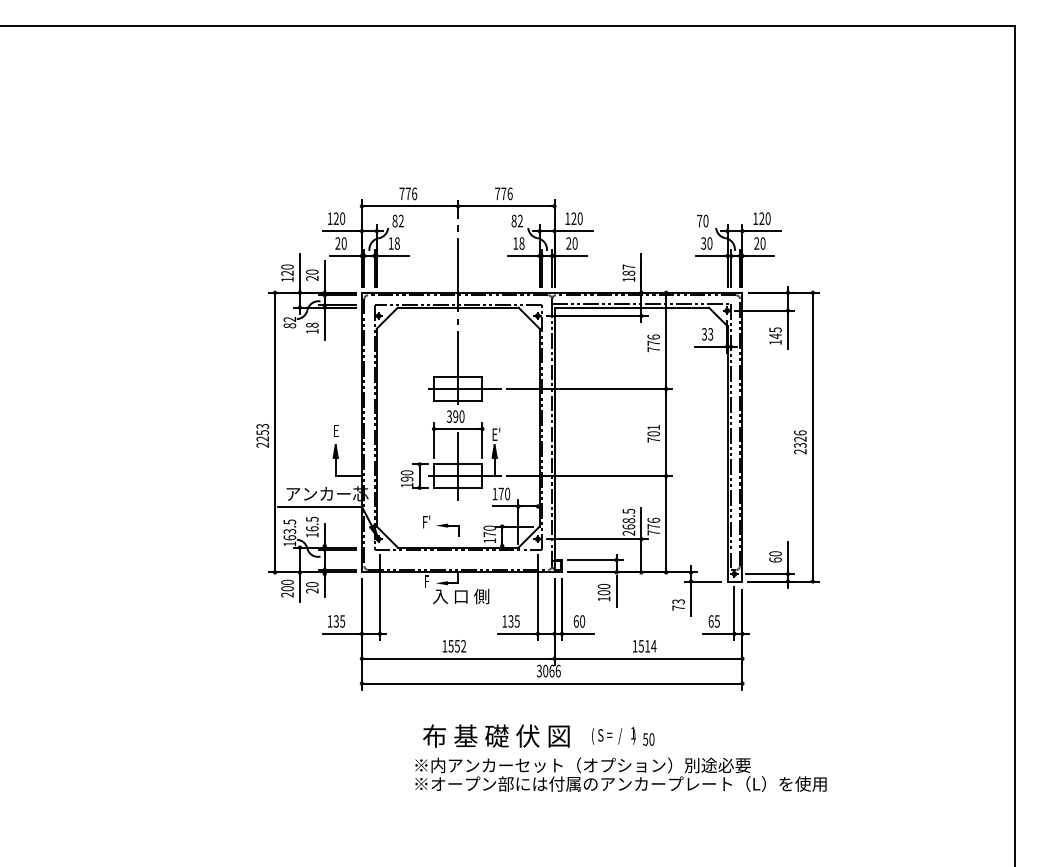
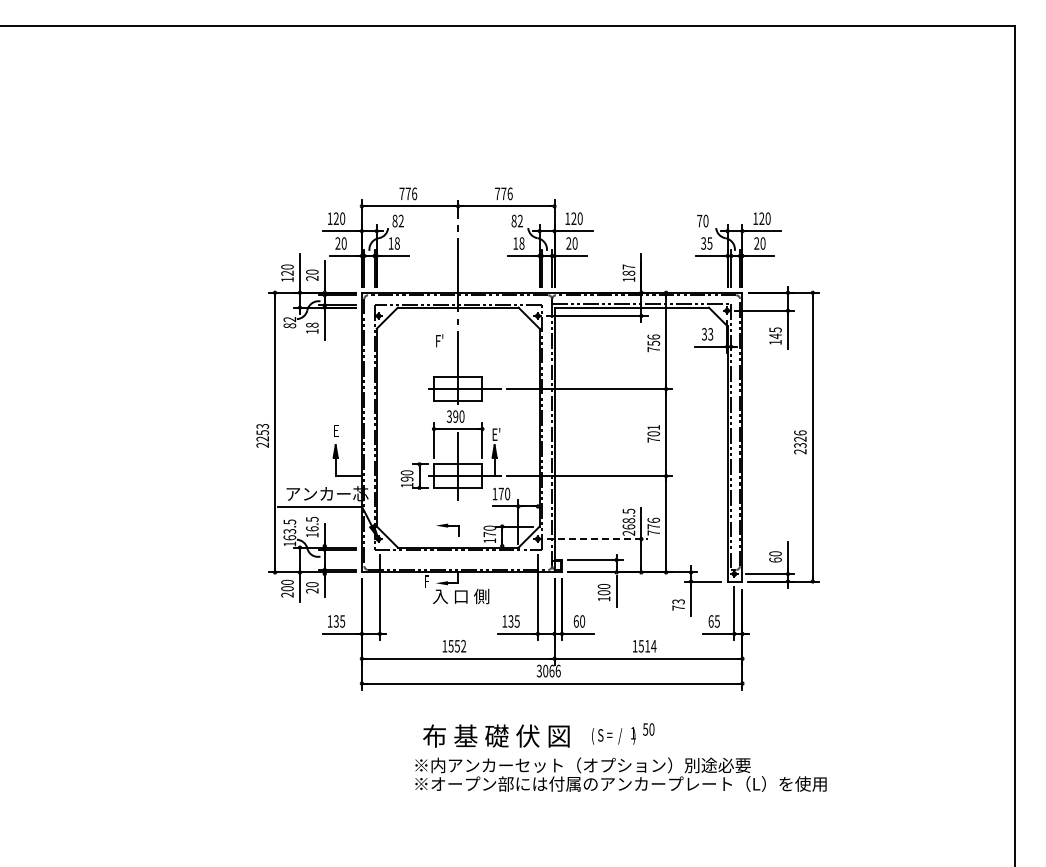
text at (709, 243): 30 -> 35
text at (653, 342): 776 -> 756
text at (426, 521) position: (426, 521) -> (439, 340)
line at (597, 539): solid -> dashed
text at (648, 739) position: (648, 739) -> (648, 729)
